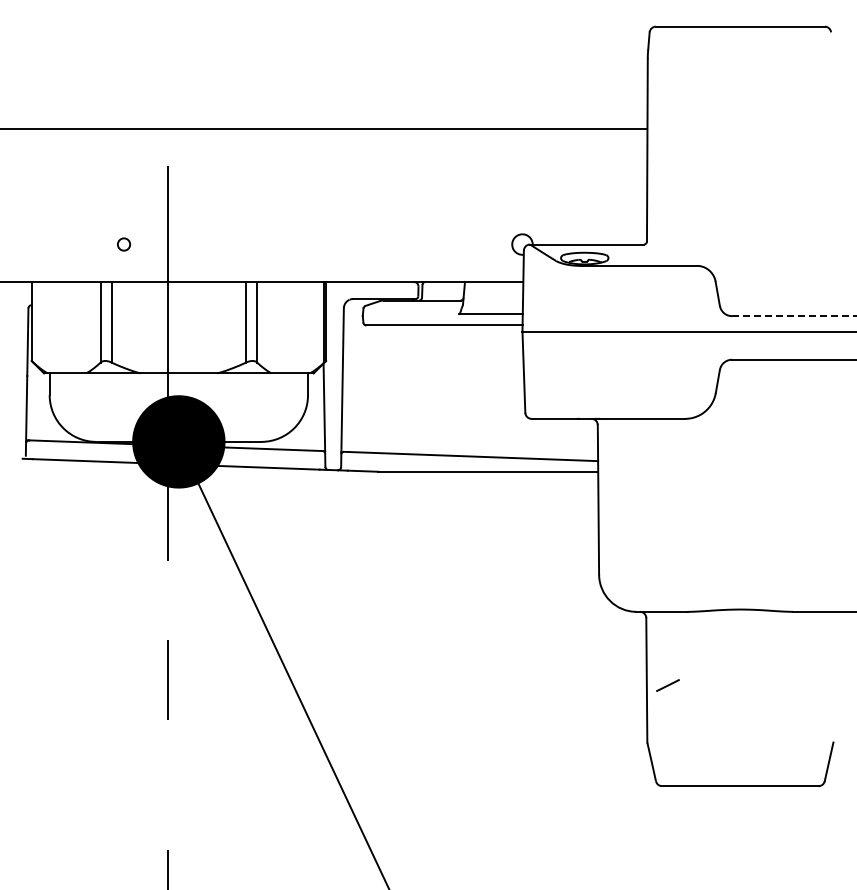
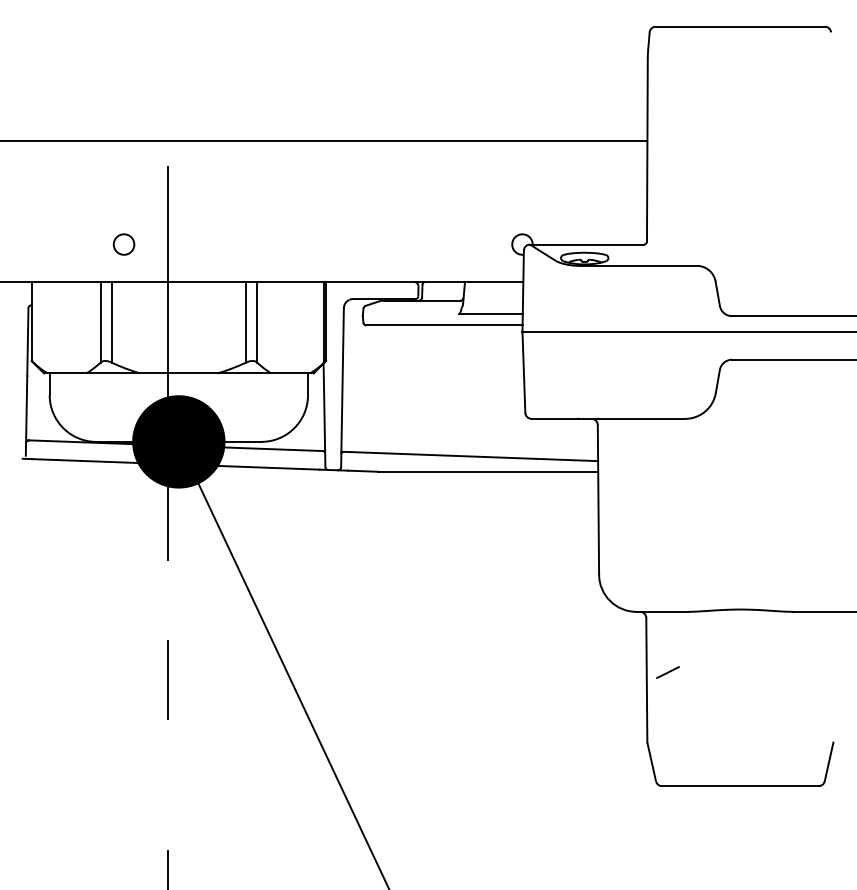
line at (324, 128) position: (324, 128) -> (324, 140)
circle at (124, 244) size: 15x15 px -> 24x23 px
line at (794, 316): dashed -> solid
line at (667, 685) position: (667, 685) -> (667, 672)
